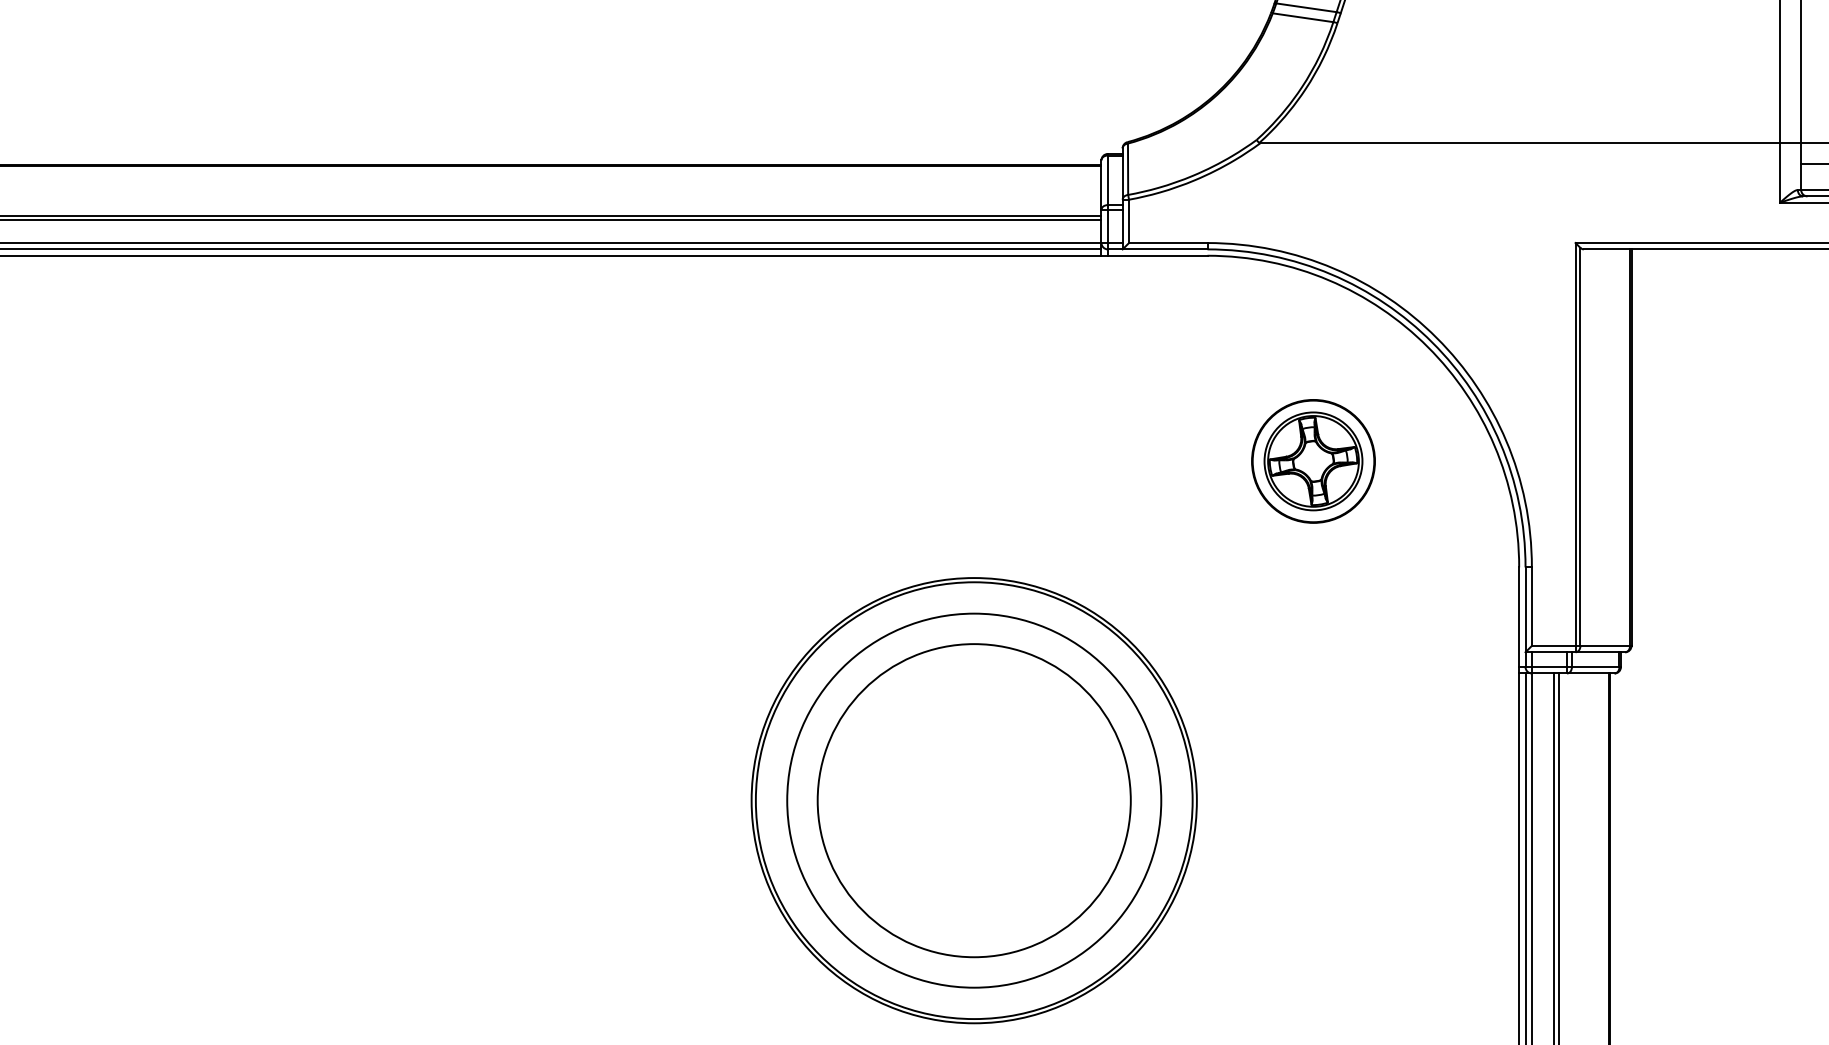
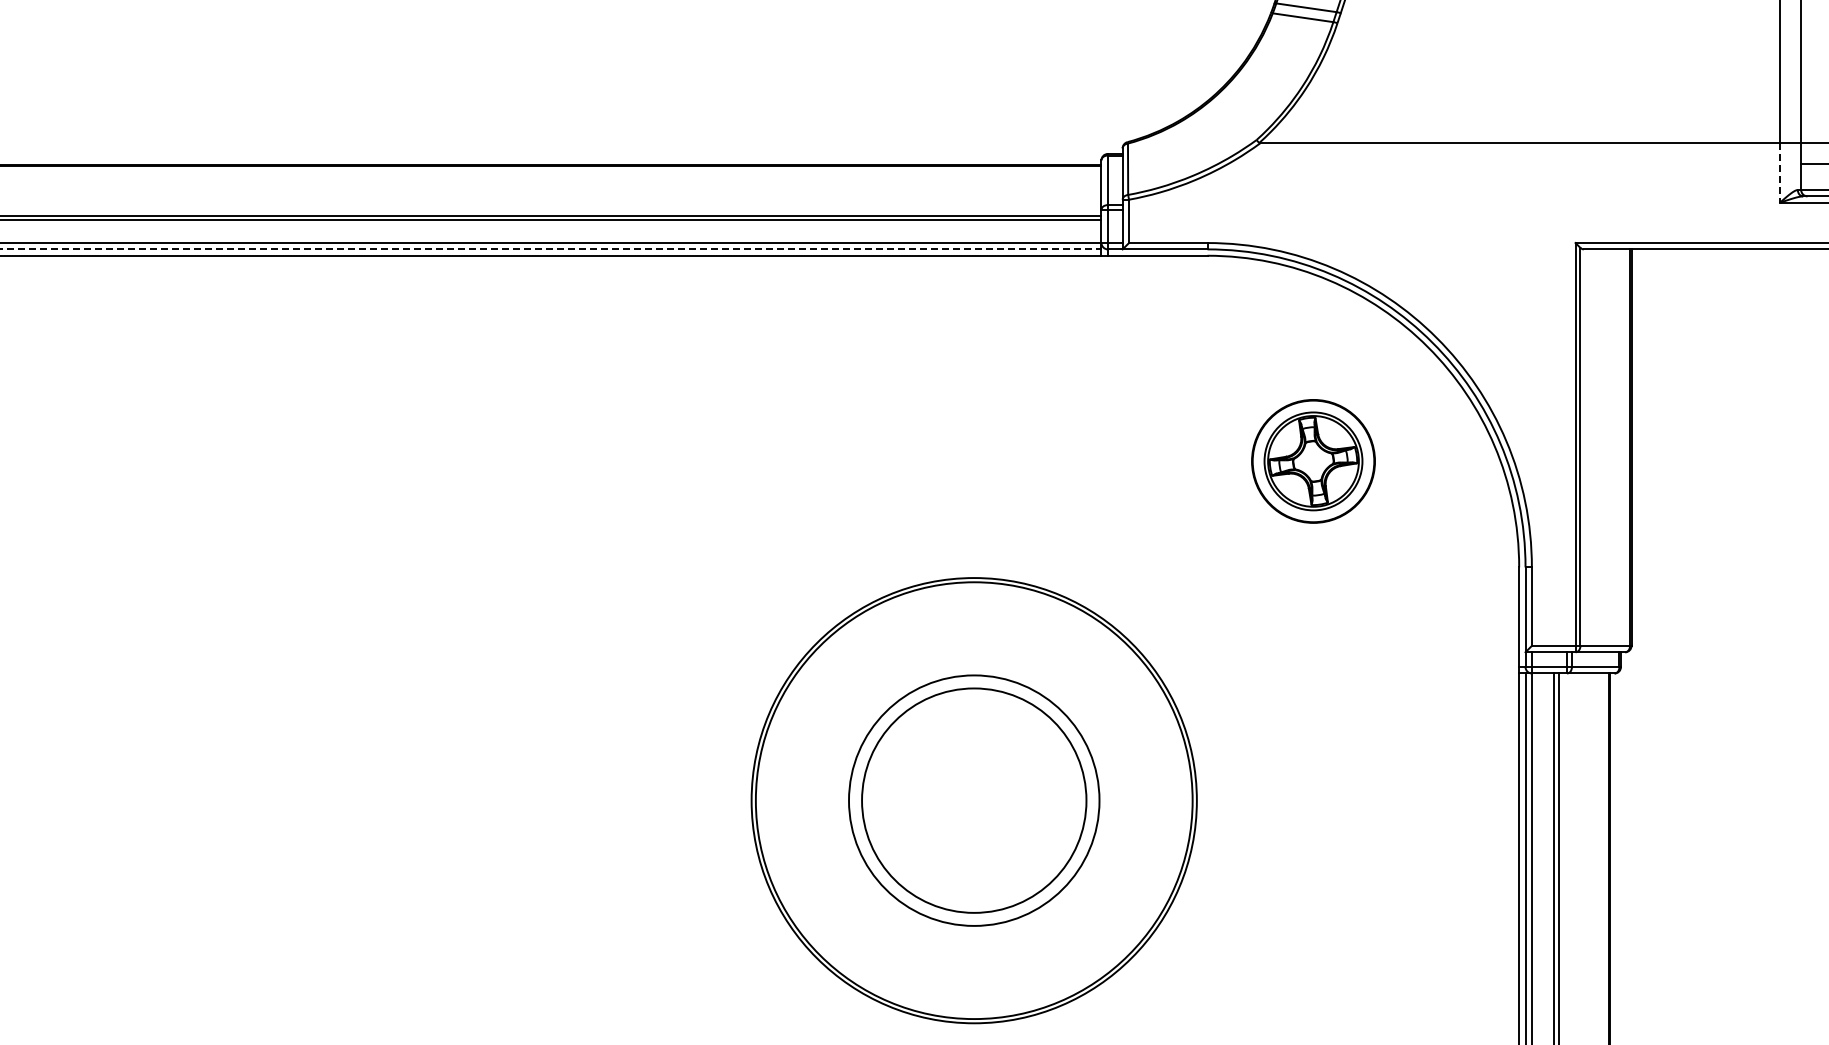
line at (1779, 173): solid -> dashed
line at (550, 249): solid -> dashed
circle at (973, 800) diameter: 313 px -> 251 px
circle at (974, 800) diameter: 374 px -> 224 px
